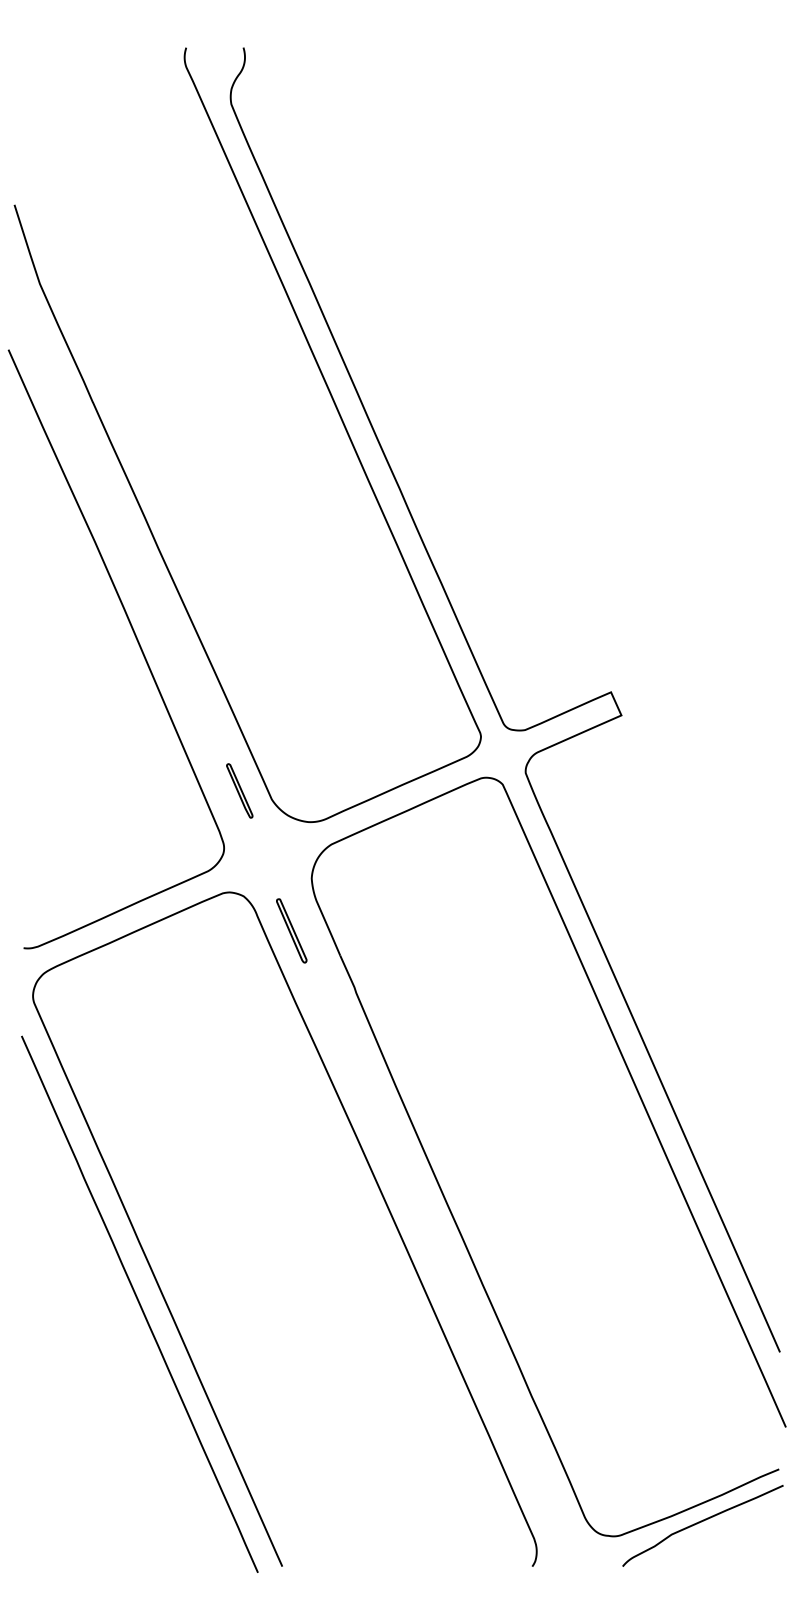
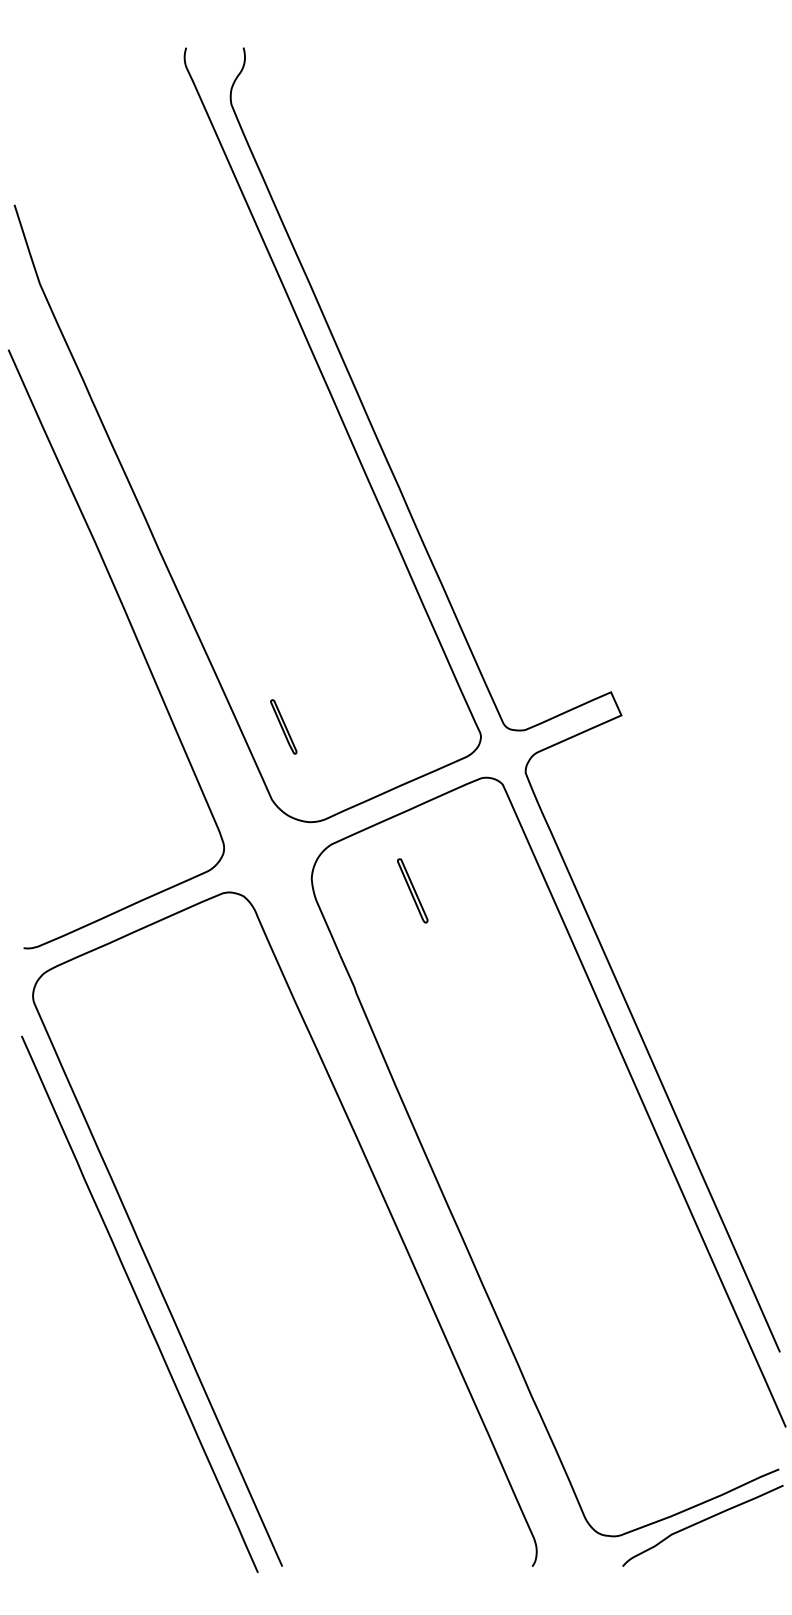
part at (239, 790) position: (239, 790) -> (283, 726)
part at (291, 930) position: (291, 930) -> (412, 890)
